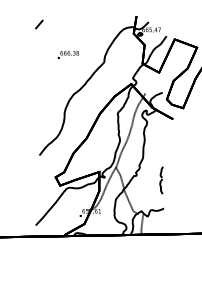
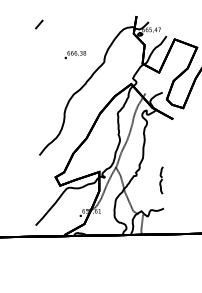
text at (68, 54) position: (68, 54) -> (75, 54)
